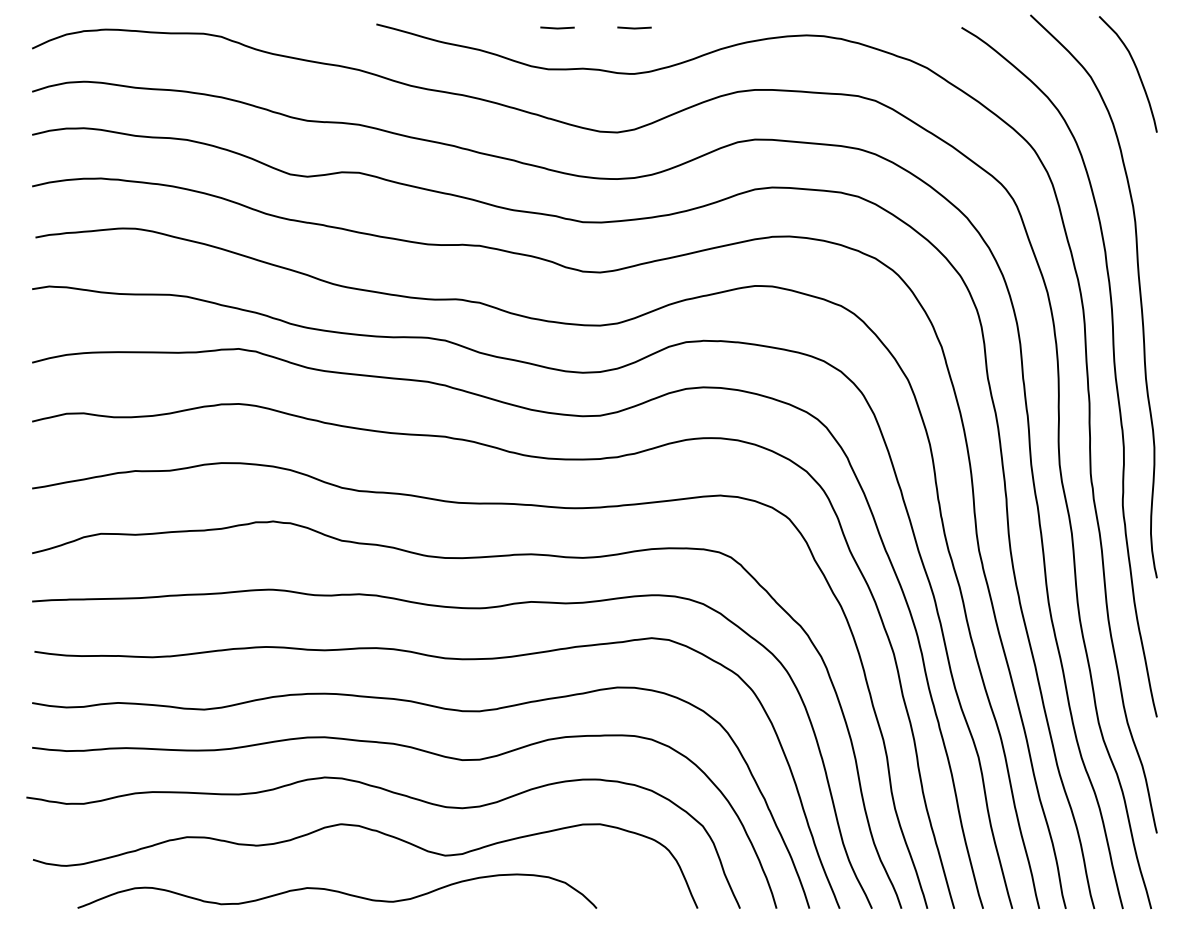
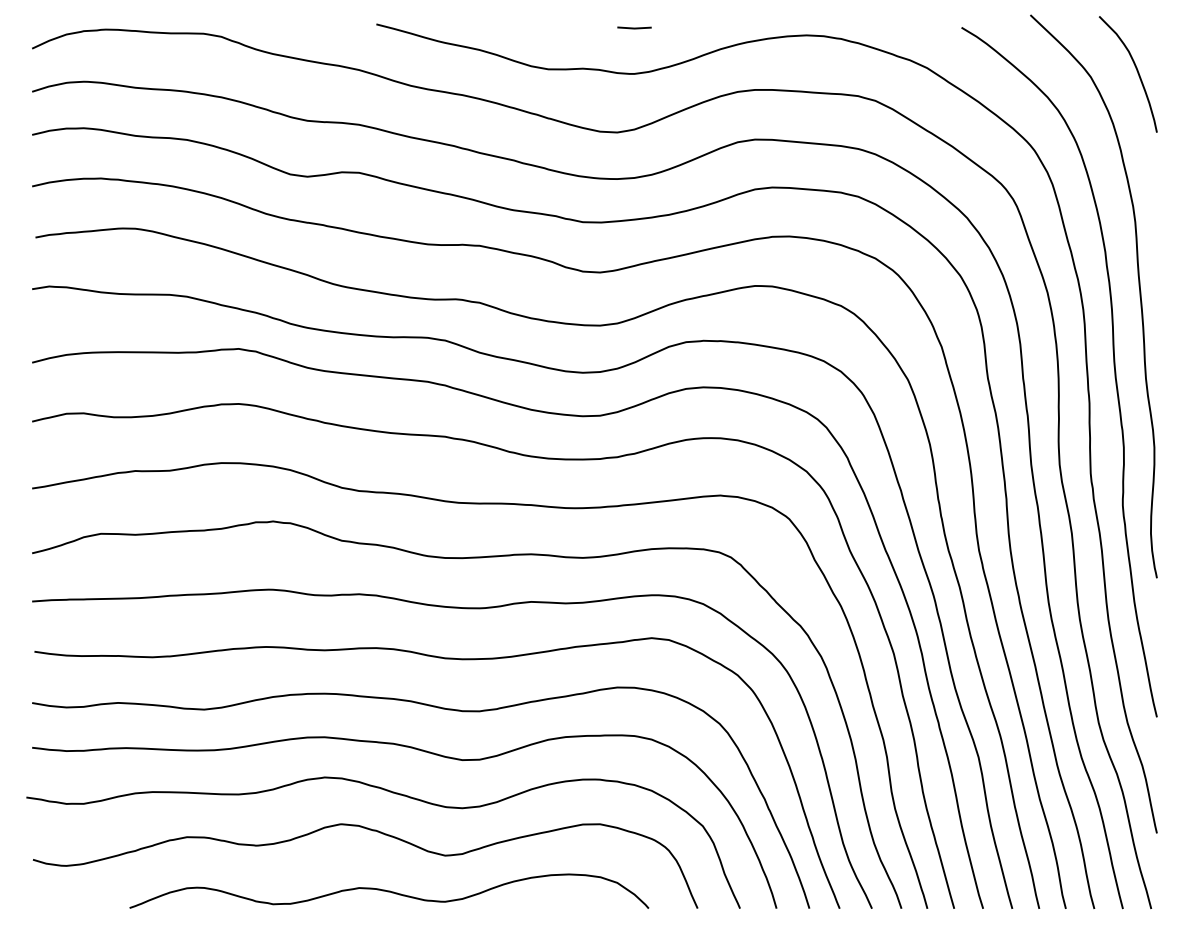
line at (557, 27): present -> none
curve at (337, 890) position: (337, 890) -> (389, 890)
